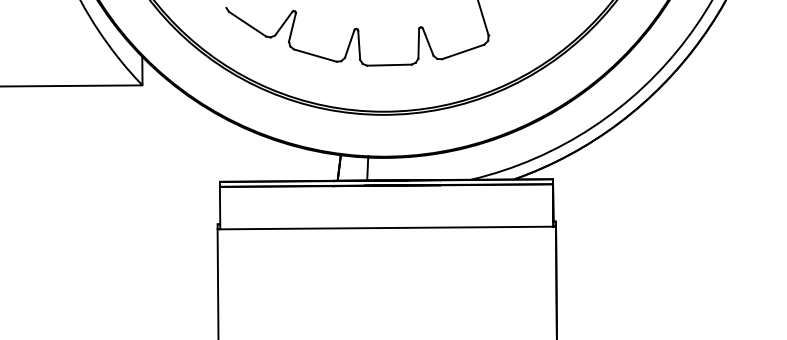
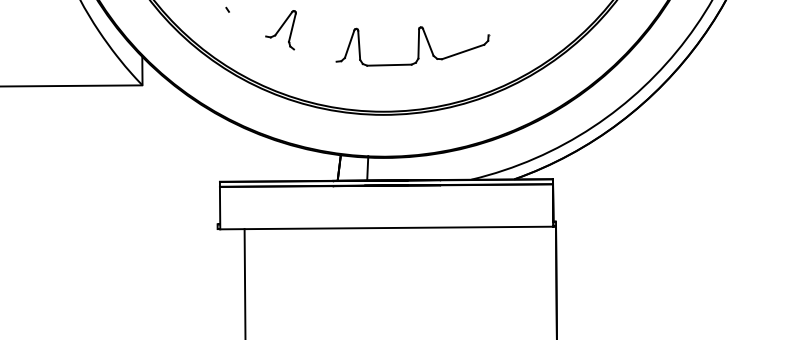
line at (483, 18): present -> none
line at (247, 23): present -> none
line at (315, 55): present -> none
line at (217, 282) position: (217, 282) -> (244, 282)
